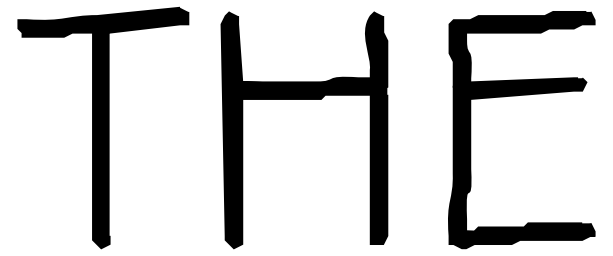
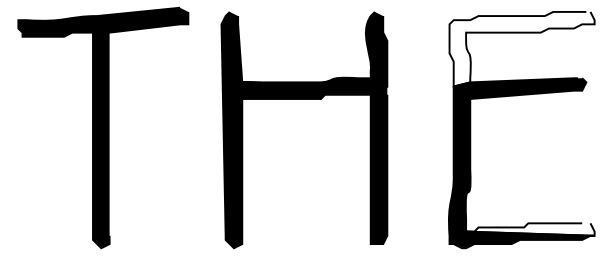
fill at (521, 48): present -> none
fill at (530, 229): present -> none
